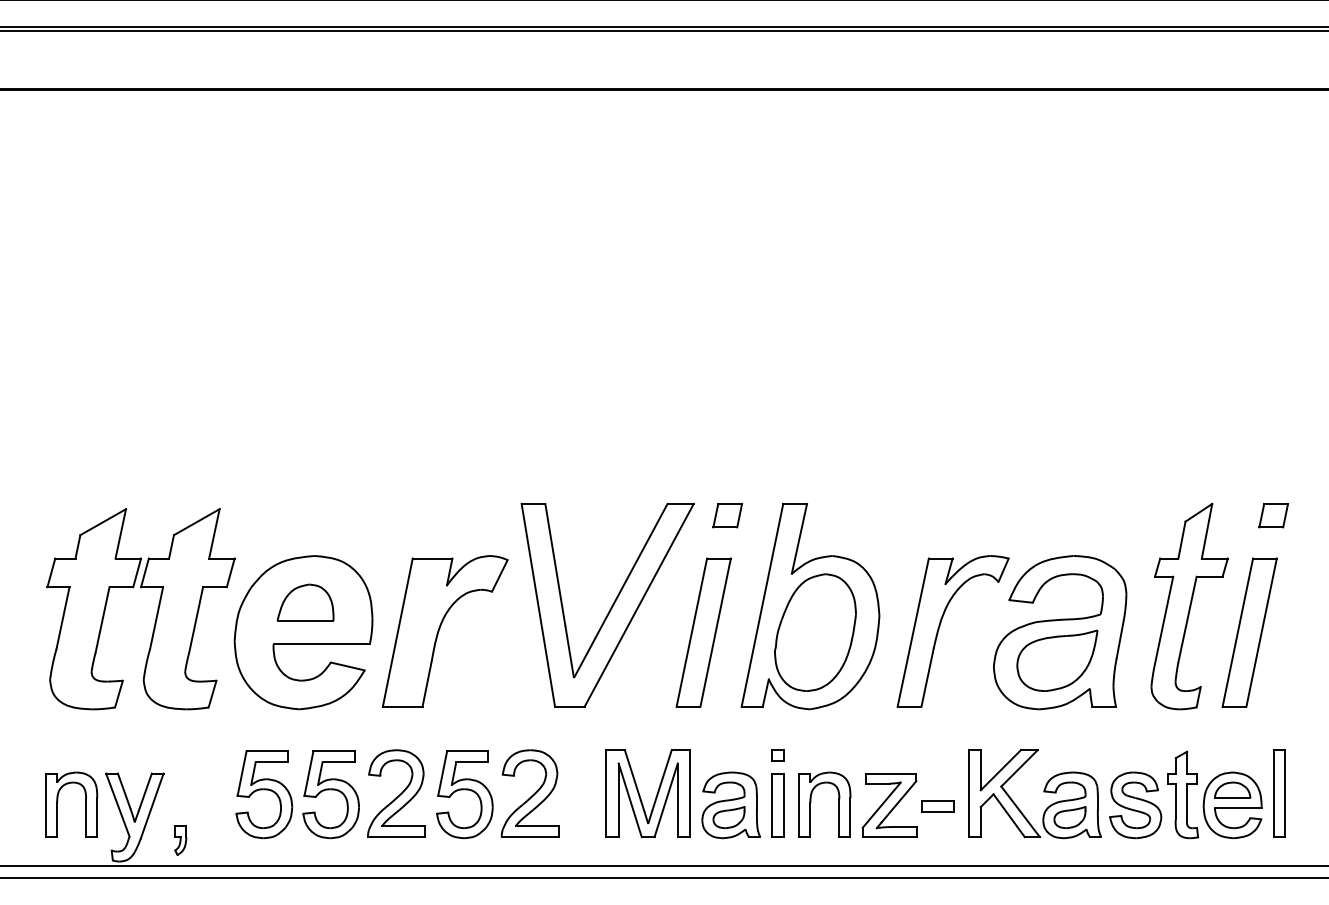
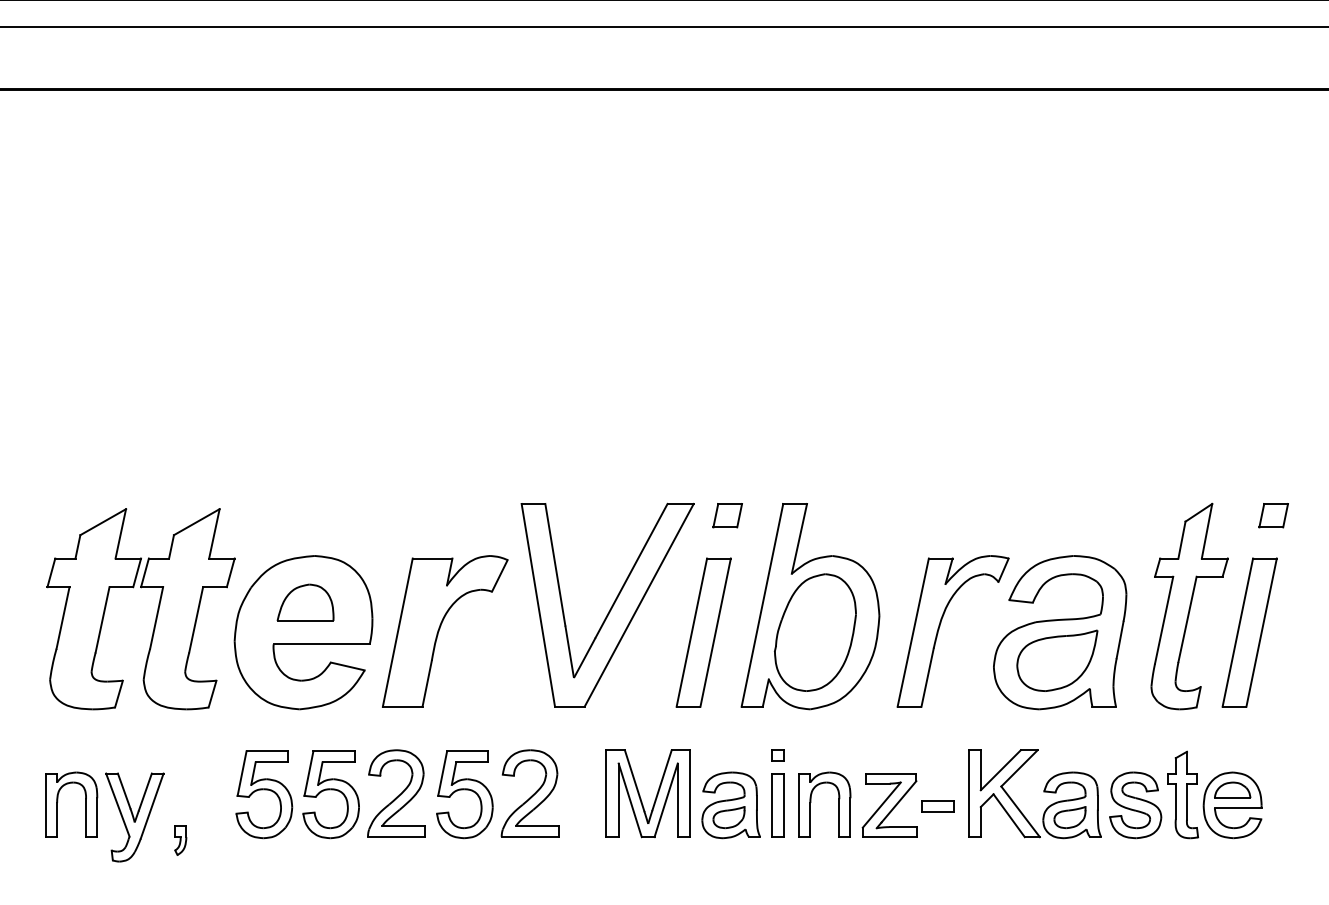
line at (663, 31): present -> none
part at (1279, 793): present -> none
line at (663, 866): present -> none
line at (663, 877): present -> none
